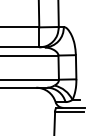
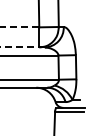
line at (19, 27): solid -> dashed
line at (22, 47): solid -> dashed
